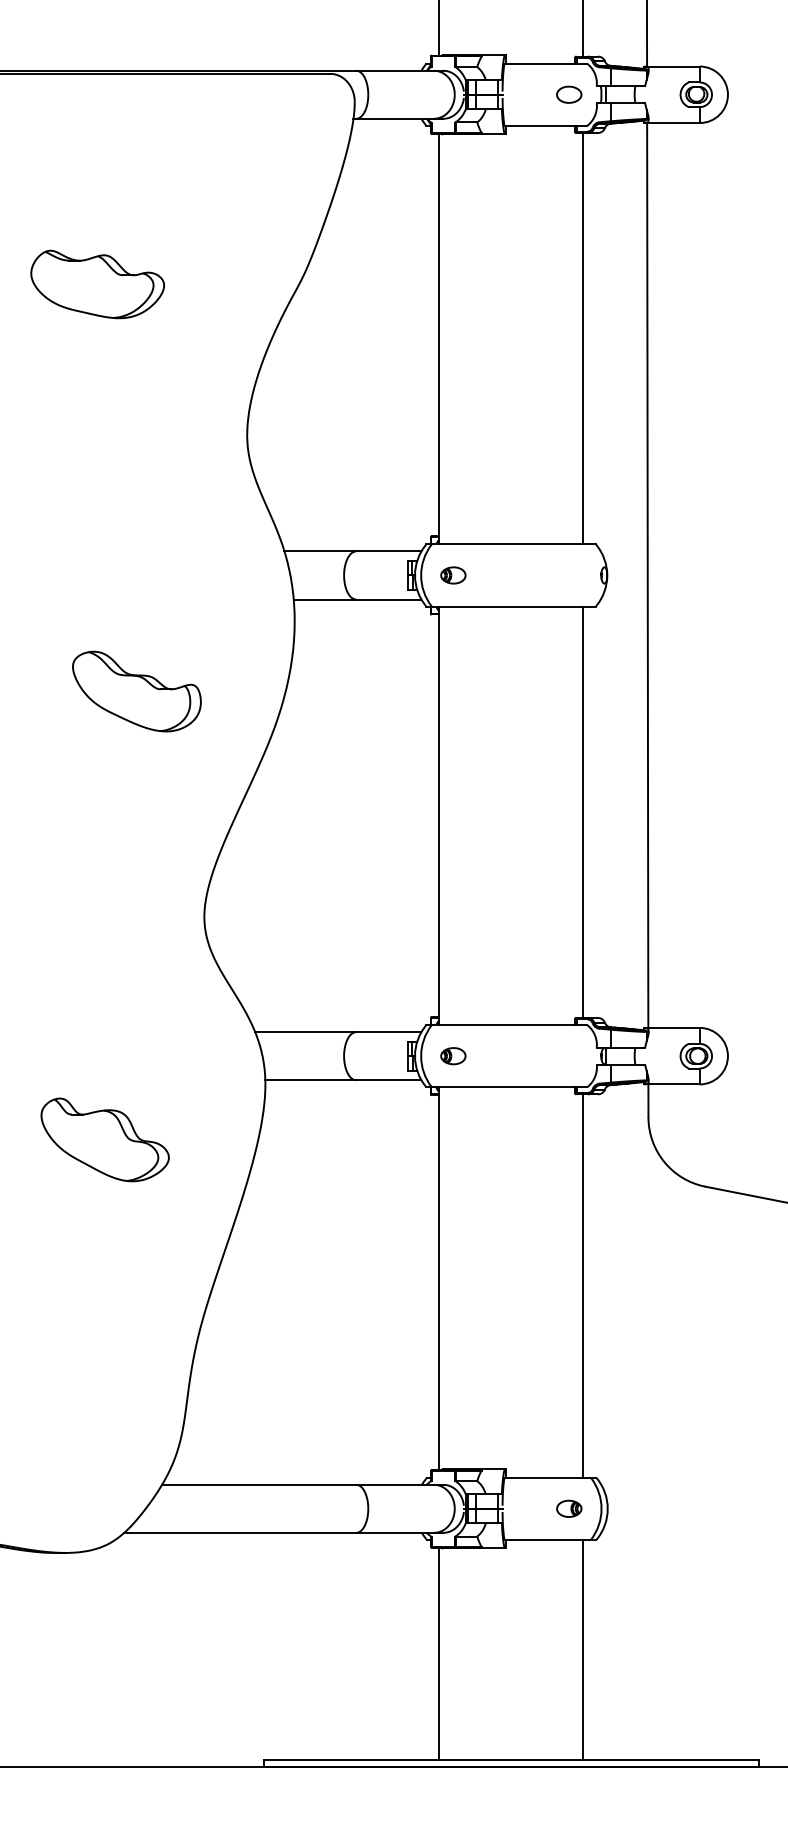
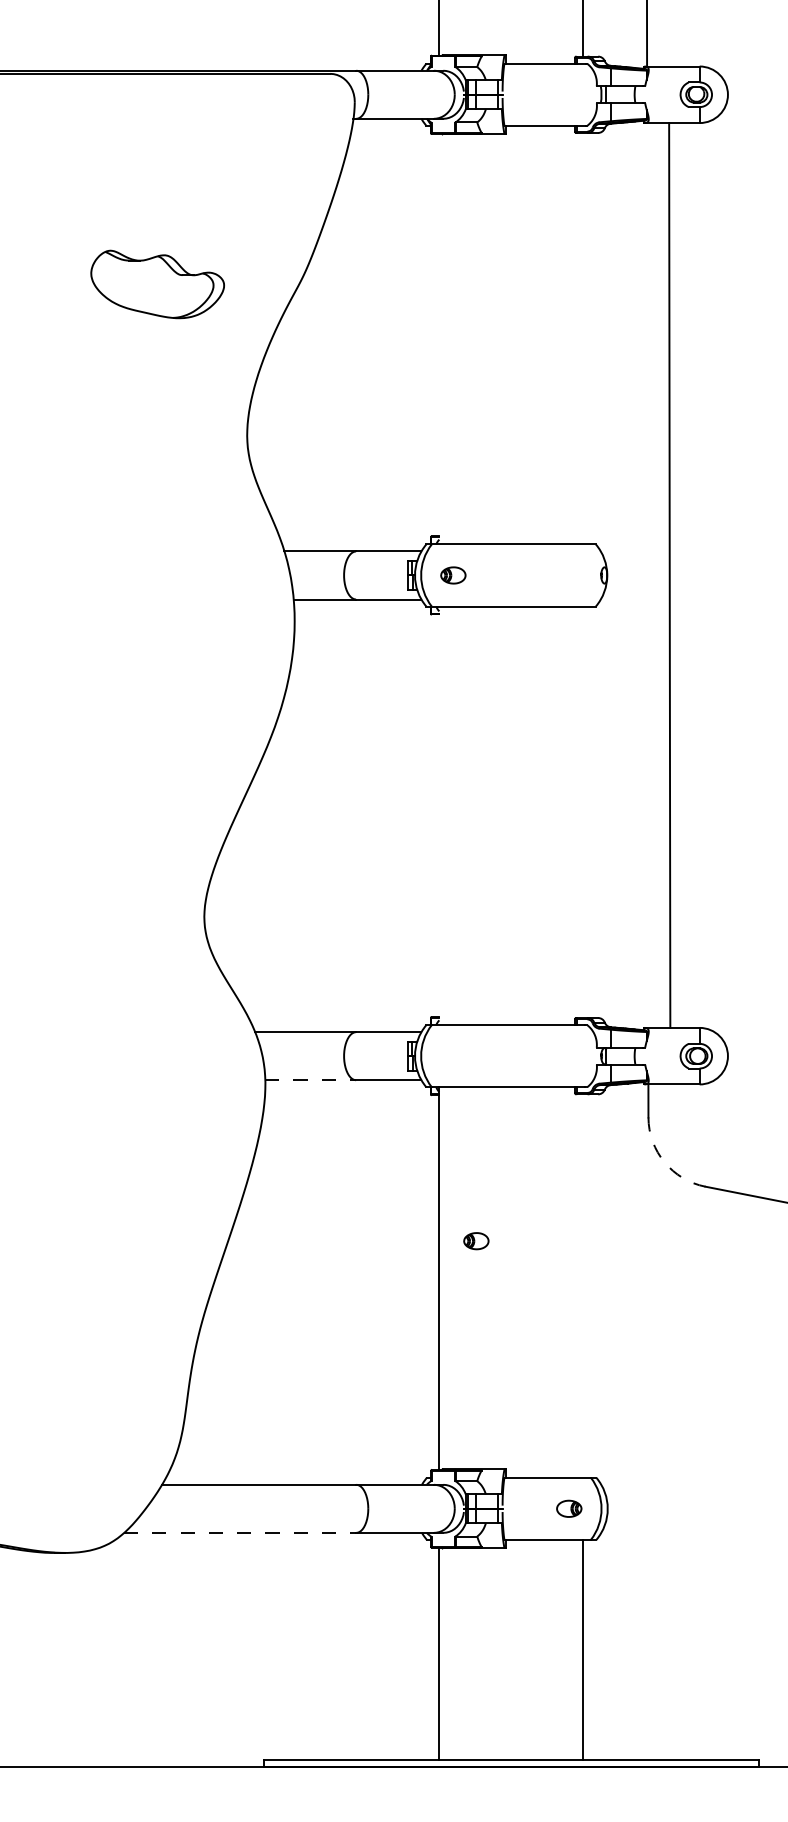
part at (569, 94): present -> none
part at (97, 284) position: (97, 284) -> (157, 284)
line at (439, 338): present -> none
line at (582, 338): present -> none
line at (647, 575) position: (647, 575) -> (669, 575)
part at (136, 691): present -> none
line at (582, 812): present -> none
line at (439, 815): present -> none
part at (453, 1056) position: (453, 1056) -> (476, 1241)
line at (311, 1080): solid -> dashed
part at (104, 1139): present -> none
arc at (664, 1162): solid -> dashed
line at (582, 1285): present -> none
line at (240, 1532): solid -> dashed
